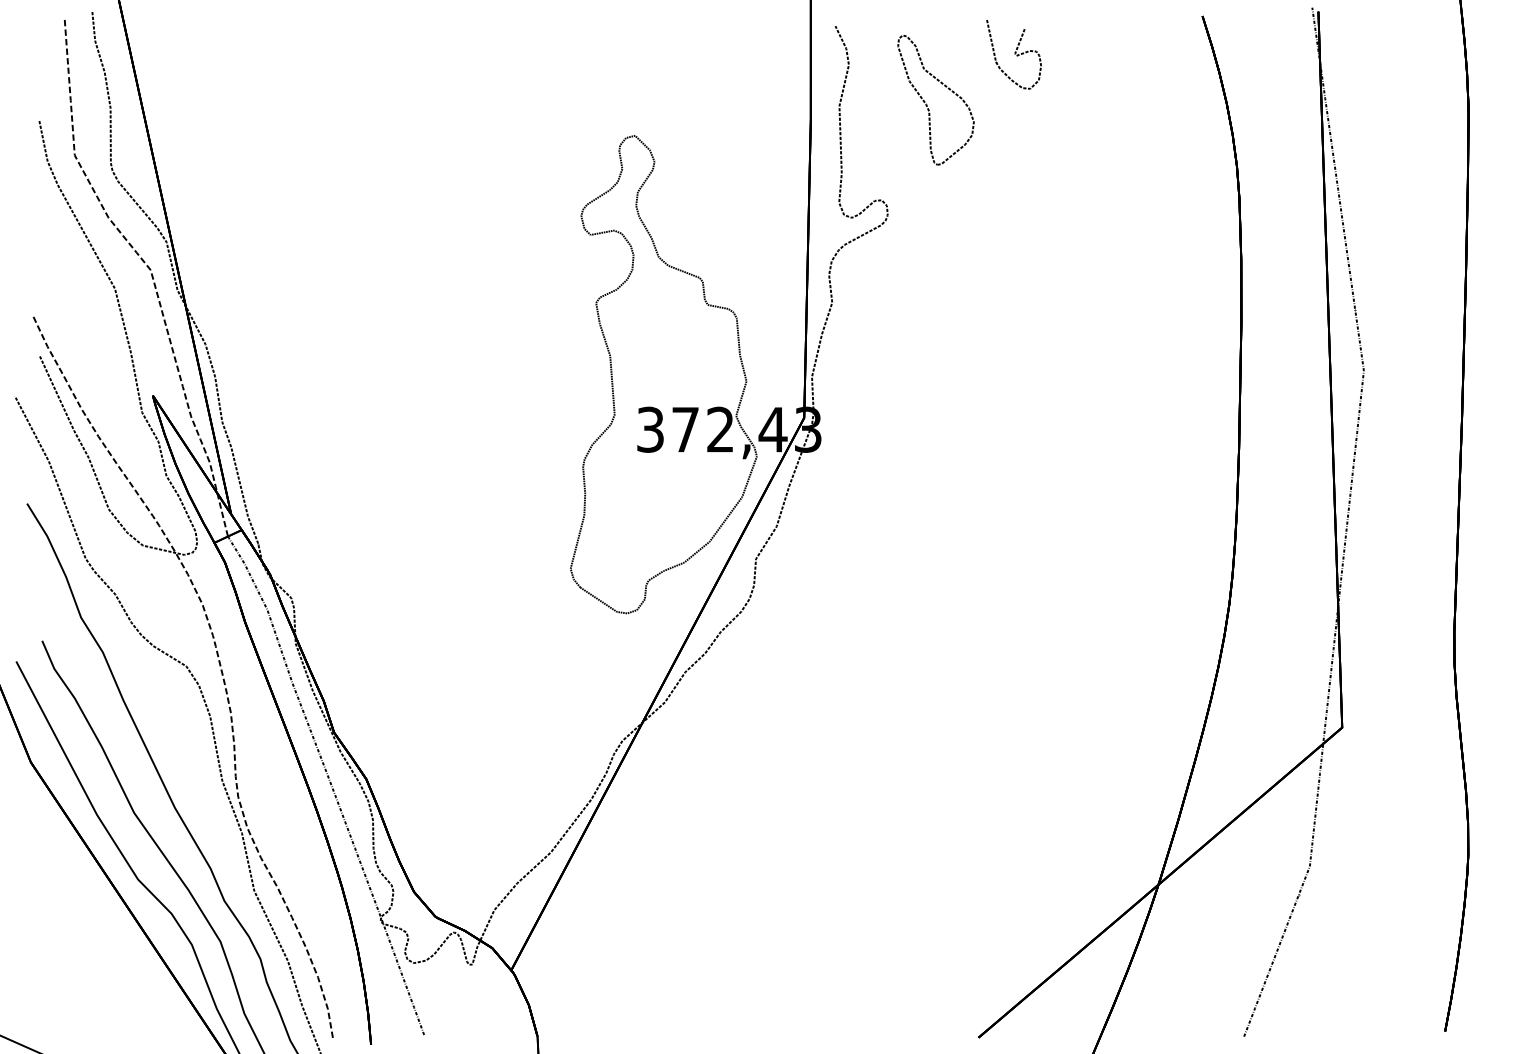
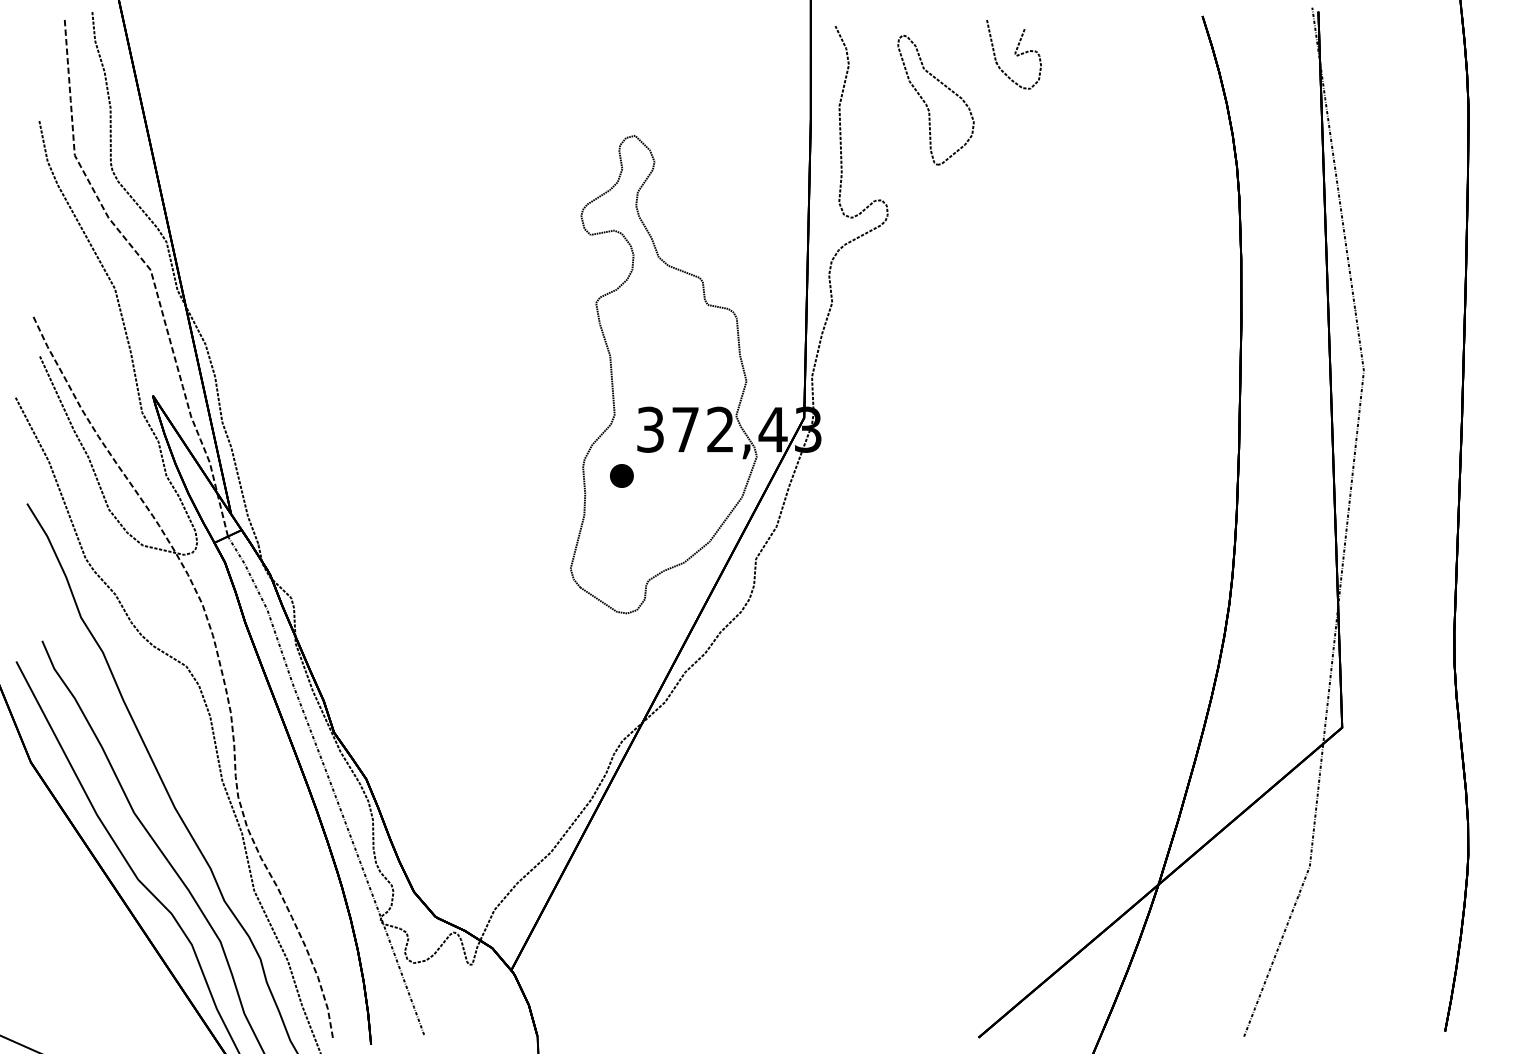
part at (621, 475): none -> present
